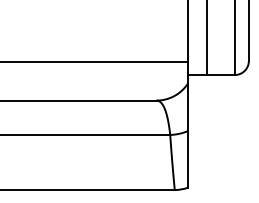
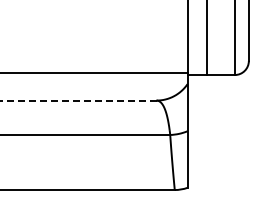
line at (94, 62) position: (94, 62) -> (94, 73)
line at (78, 100): solid -> dashed
